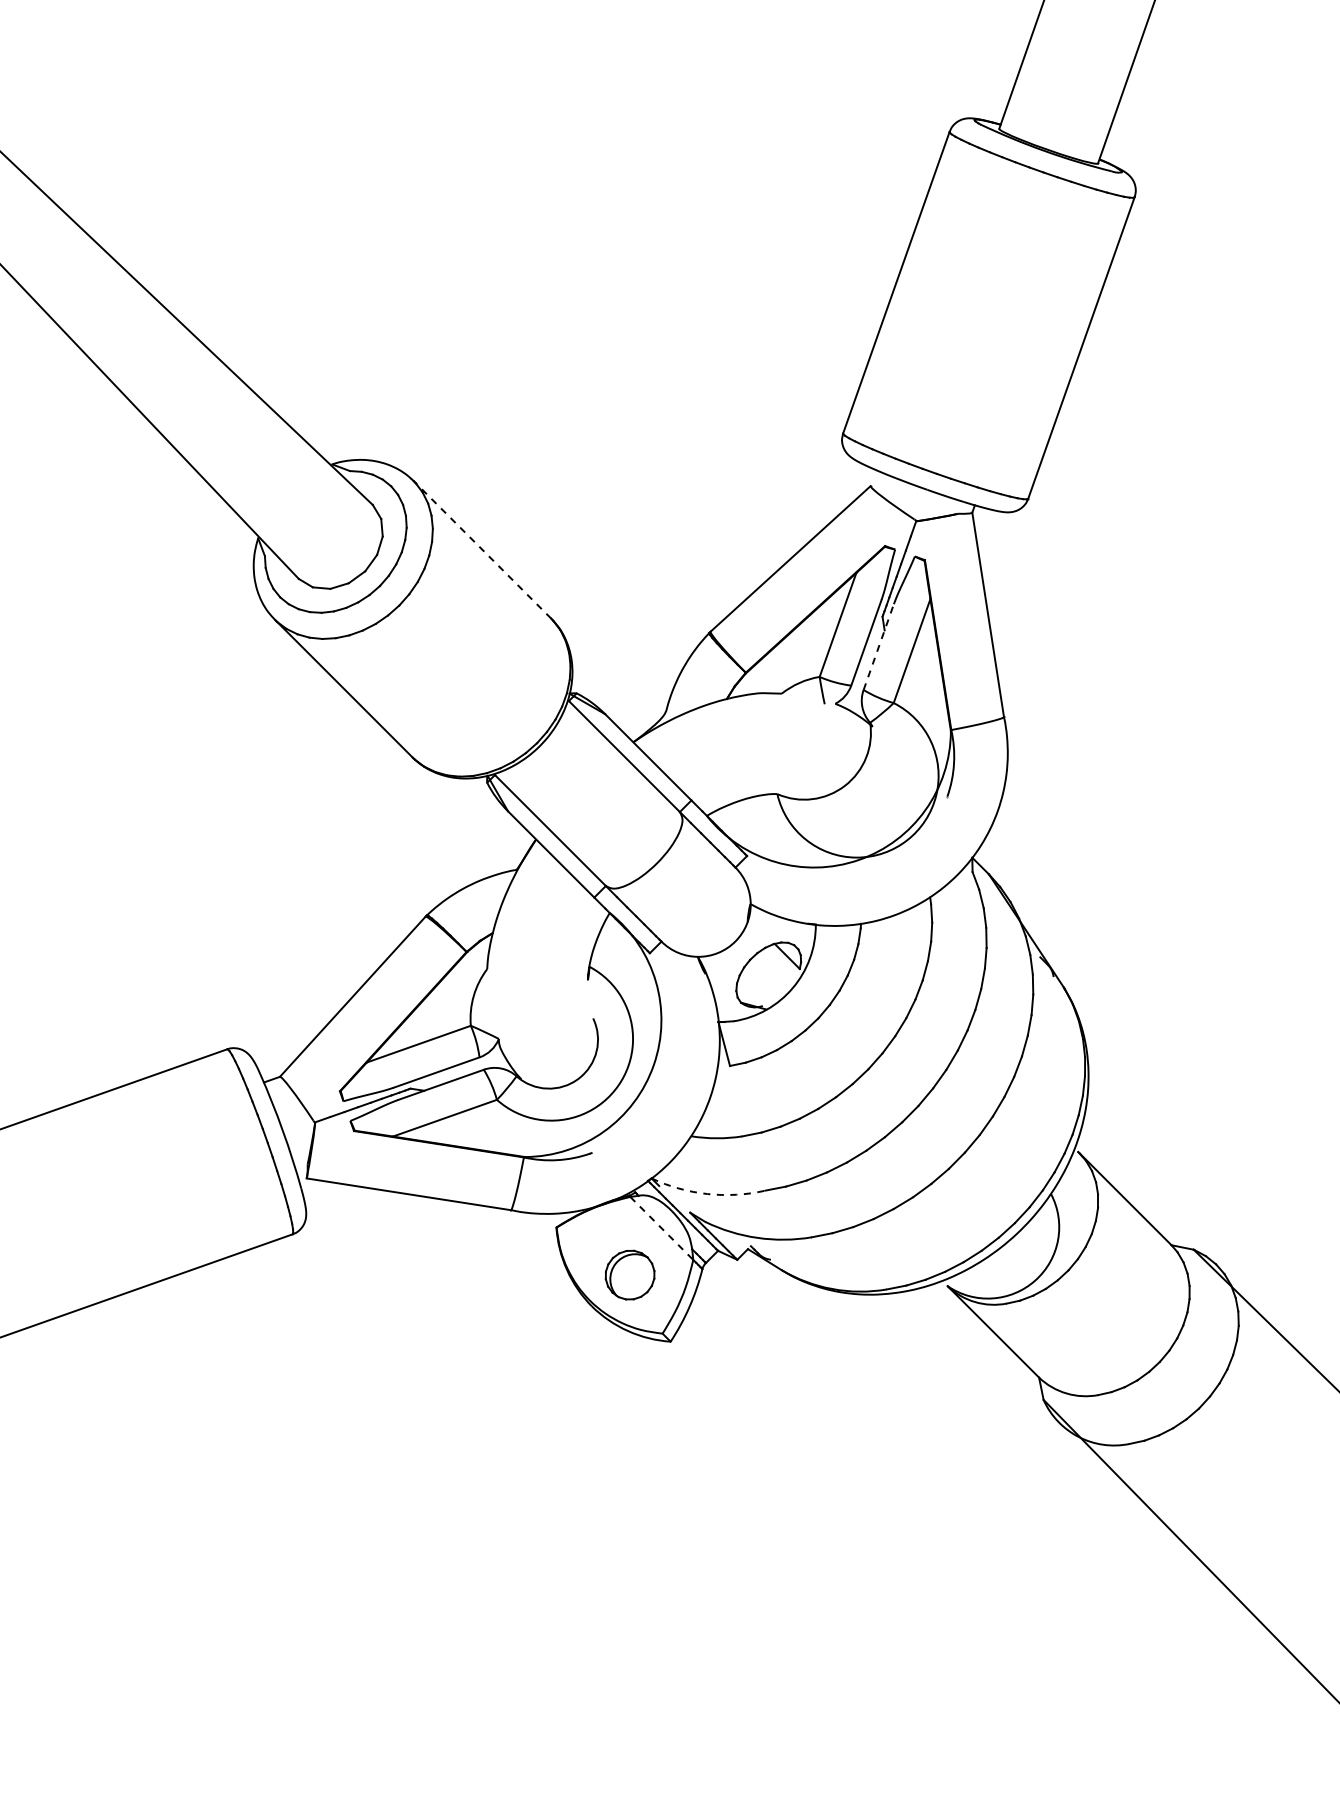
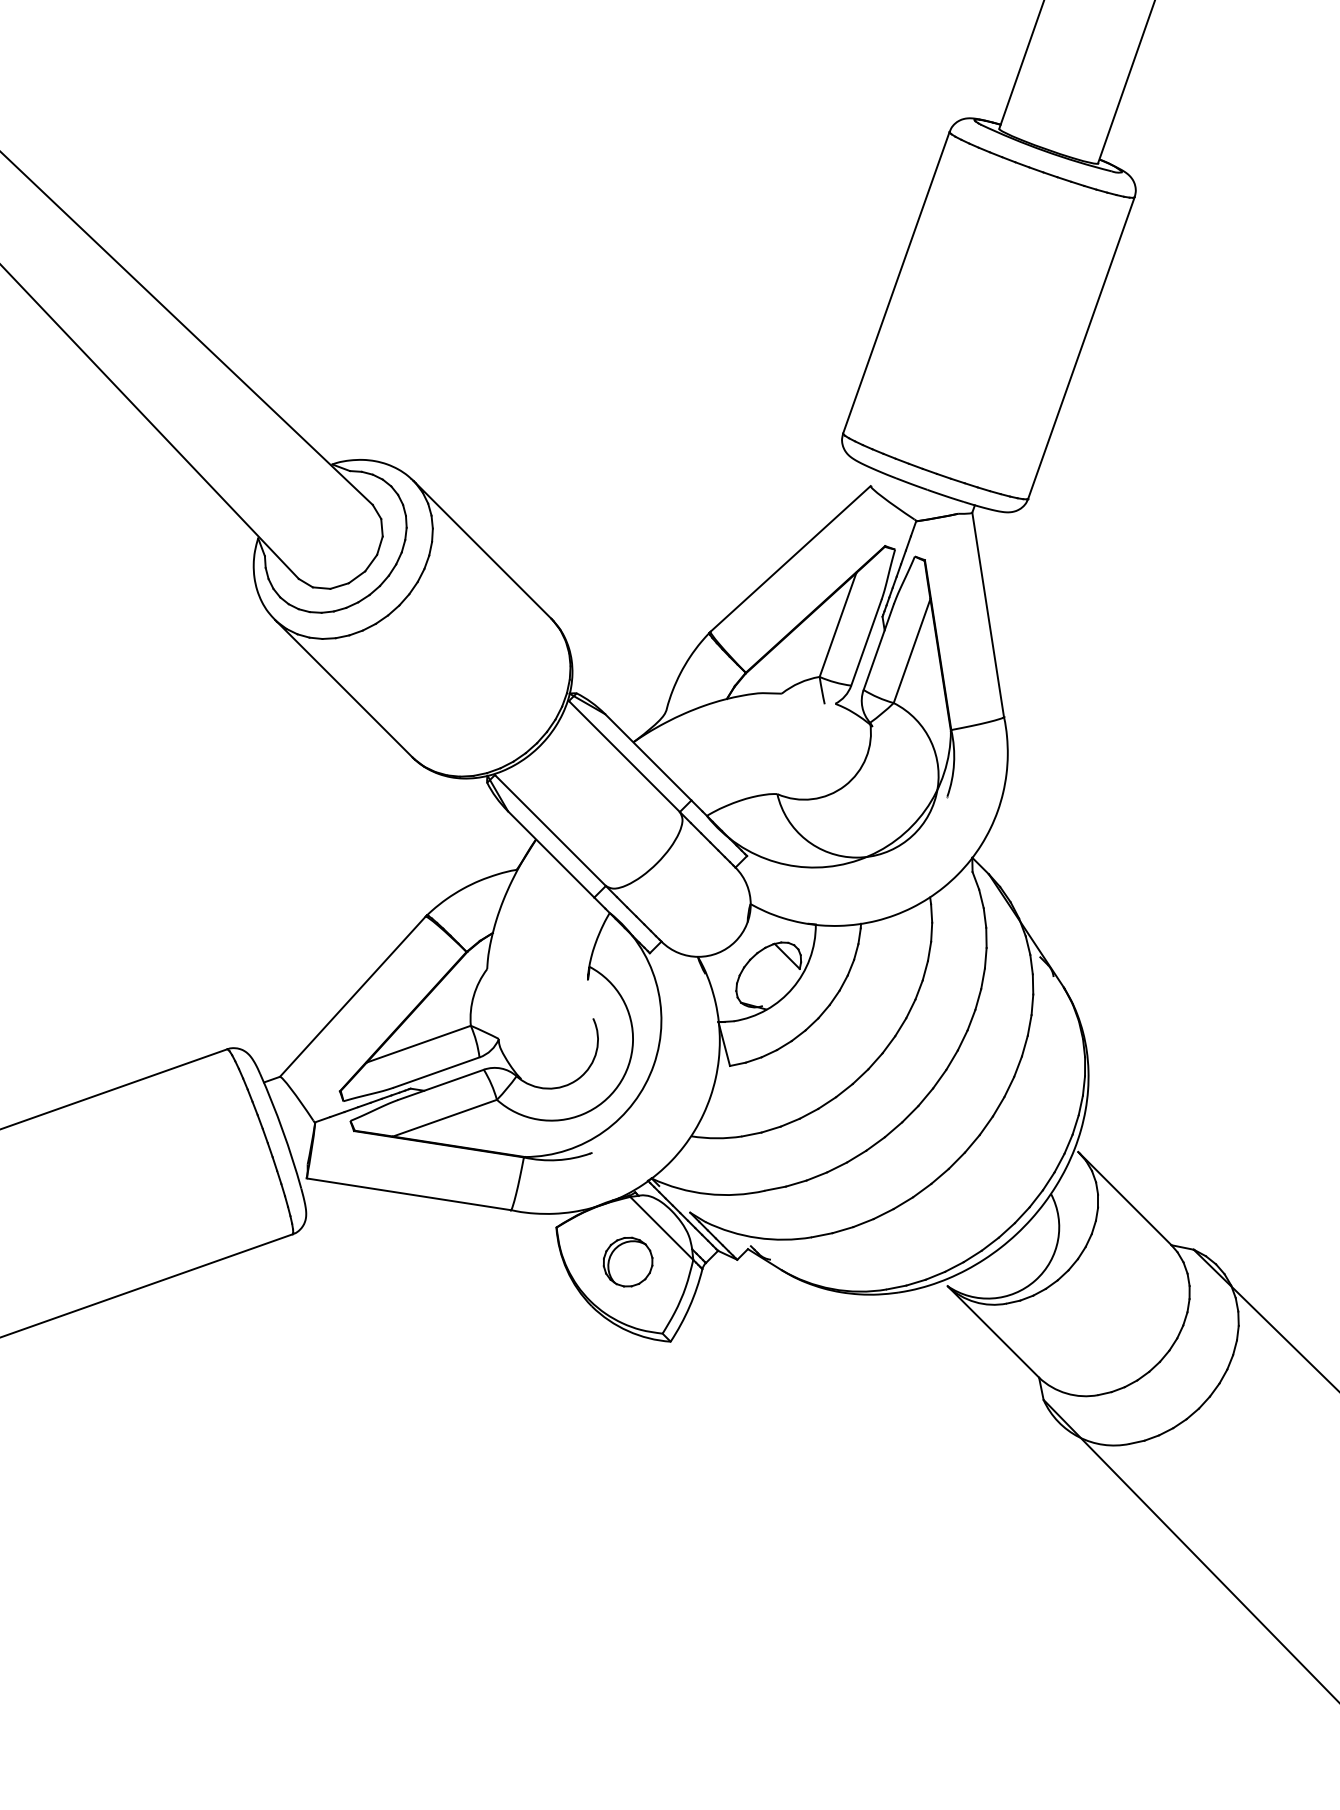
line at (482, 549): dashed -> solid
line at (878, 646): dashed -> solid
arc at (707, 1194): dashed -> solid
line at (661, 1228): dashed -> solid
part at (629, 1274) position: (629, 1274) -> (627, 1261)
